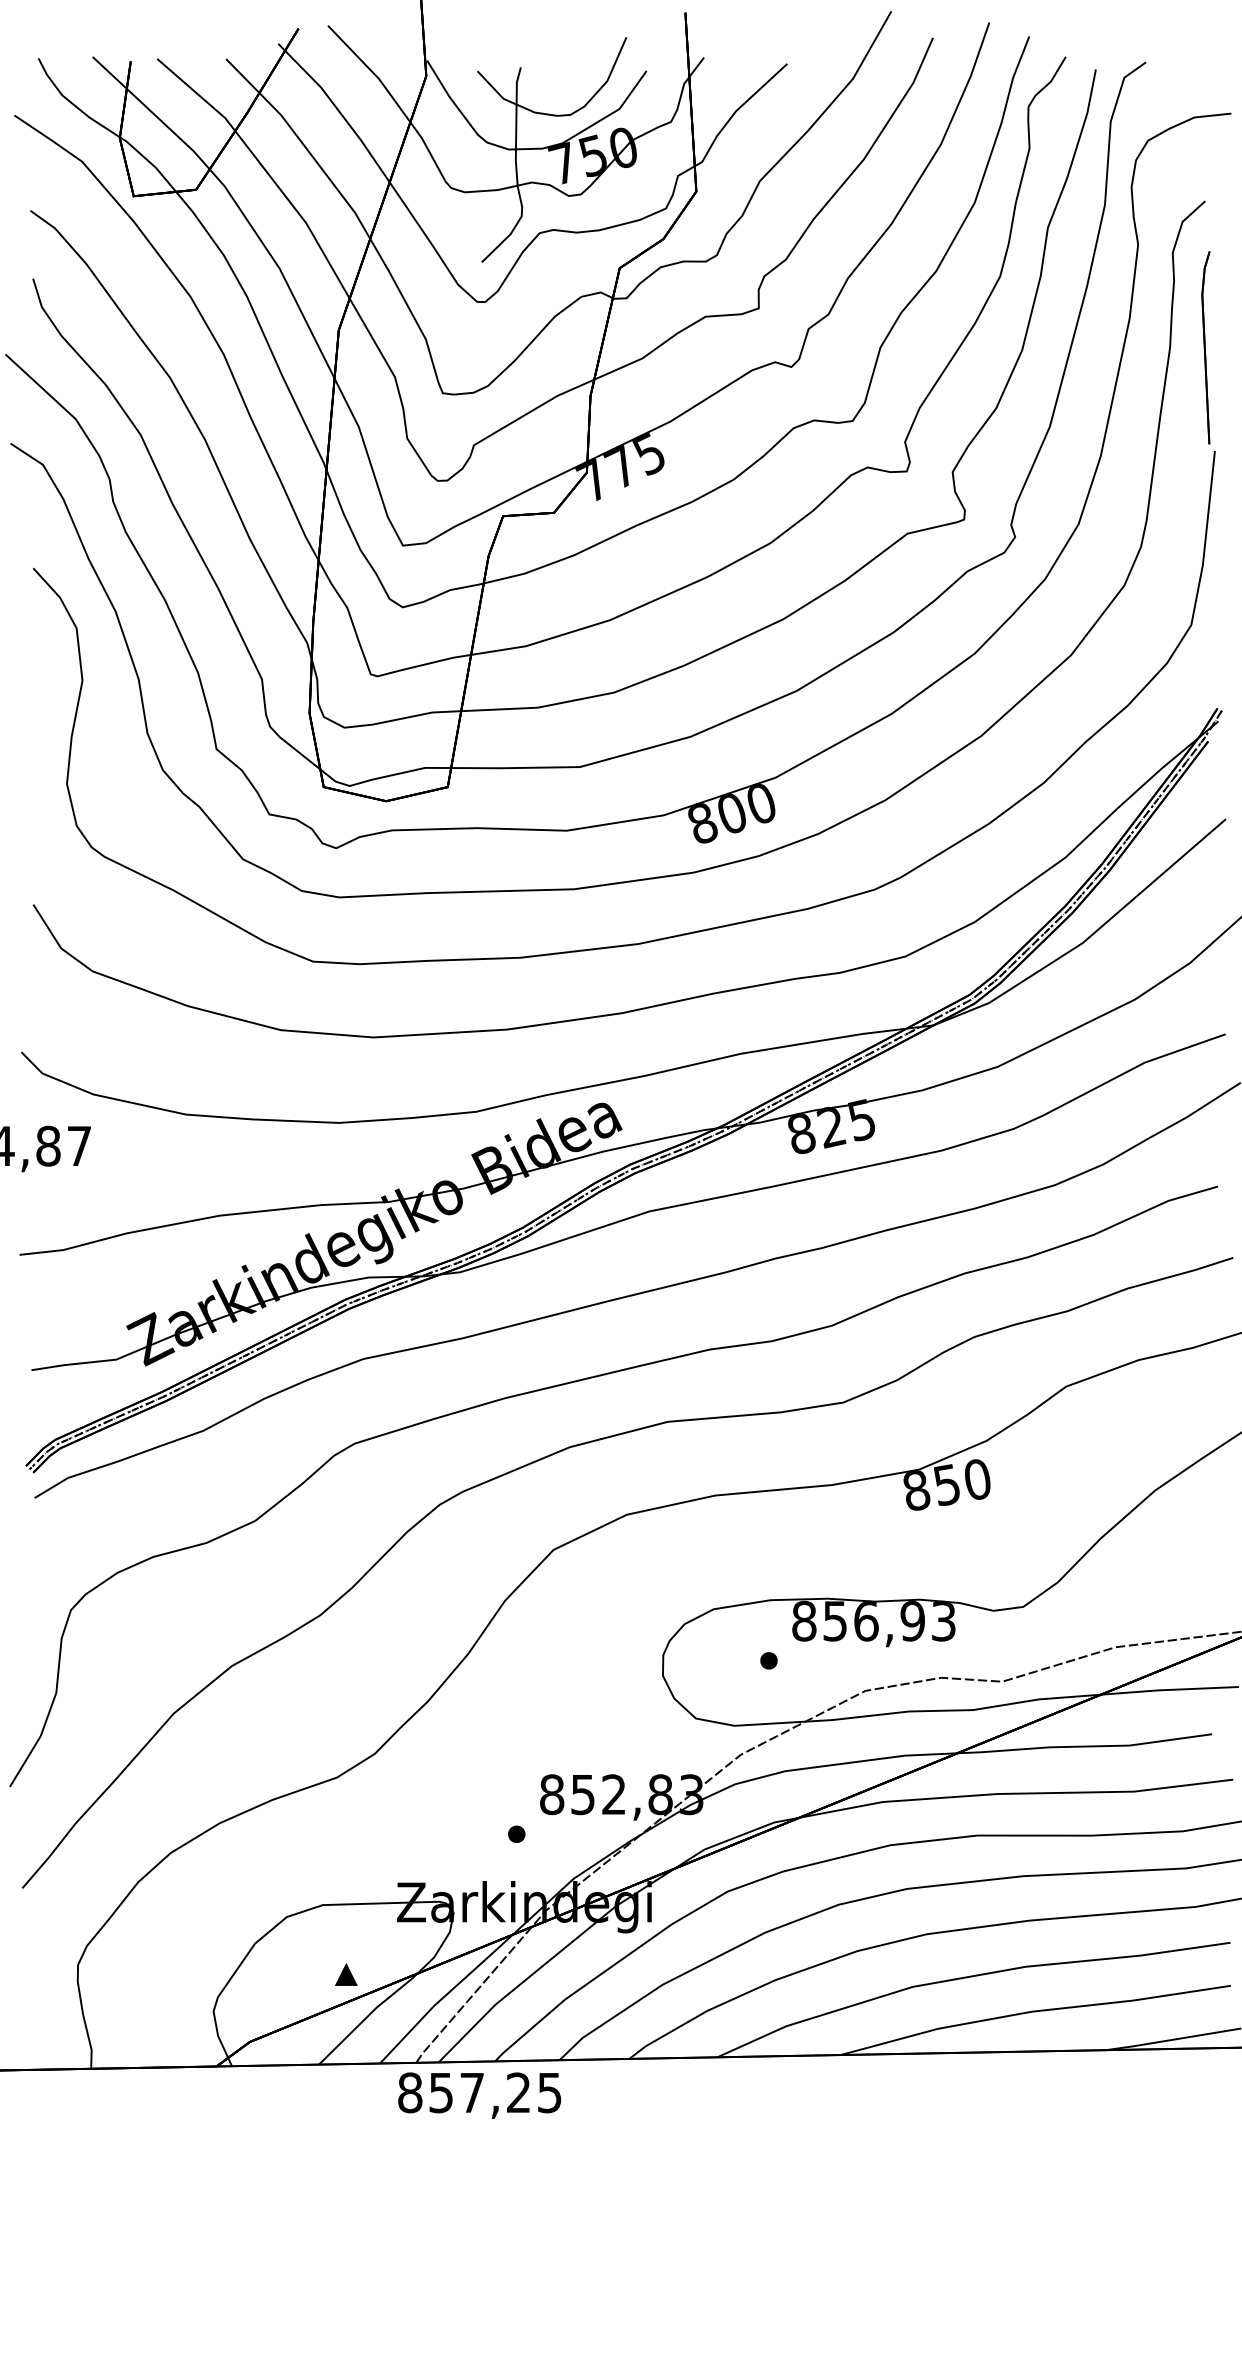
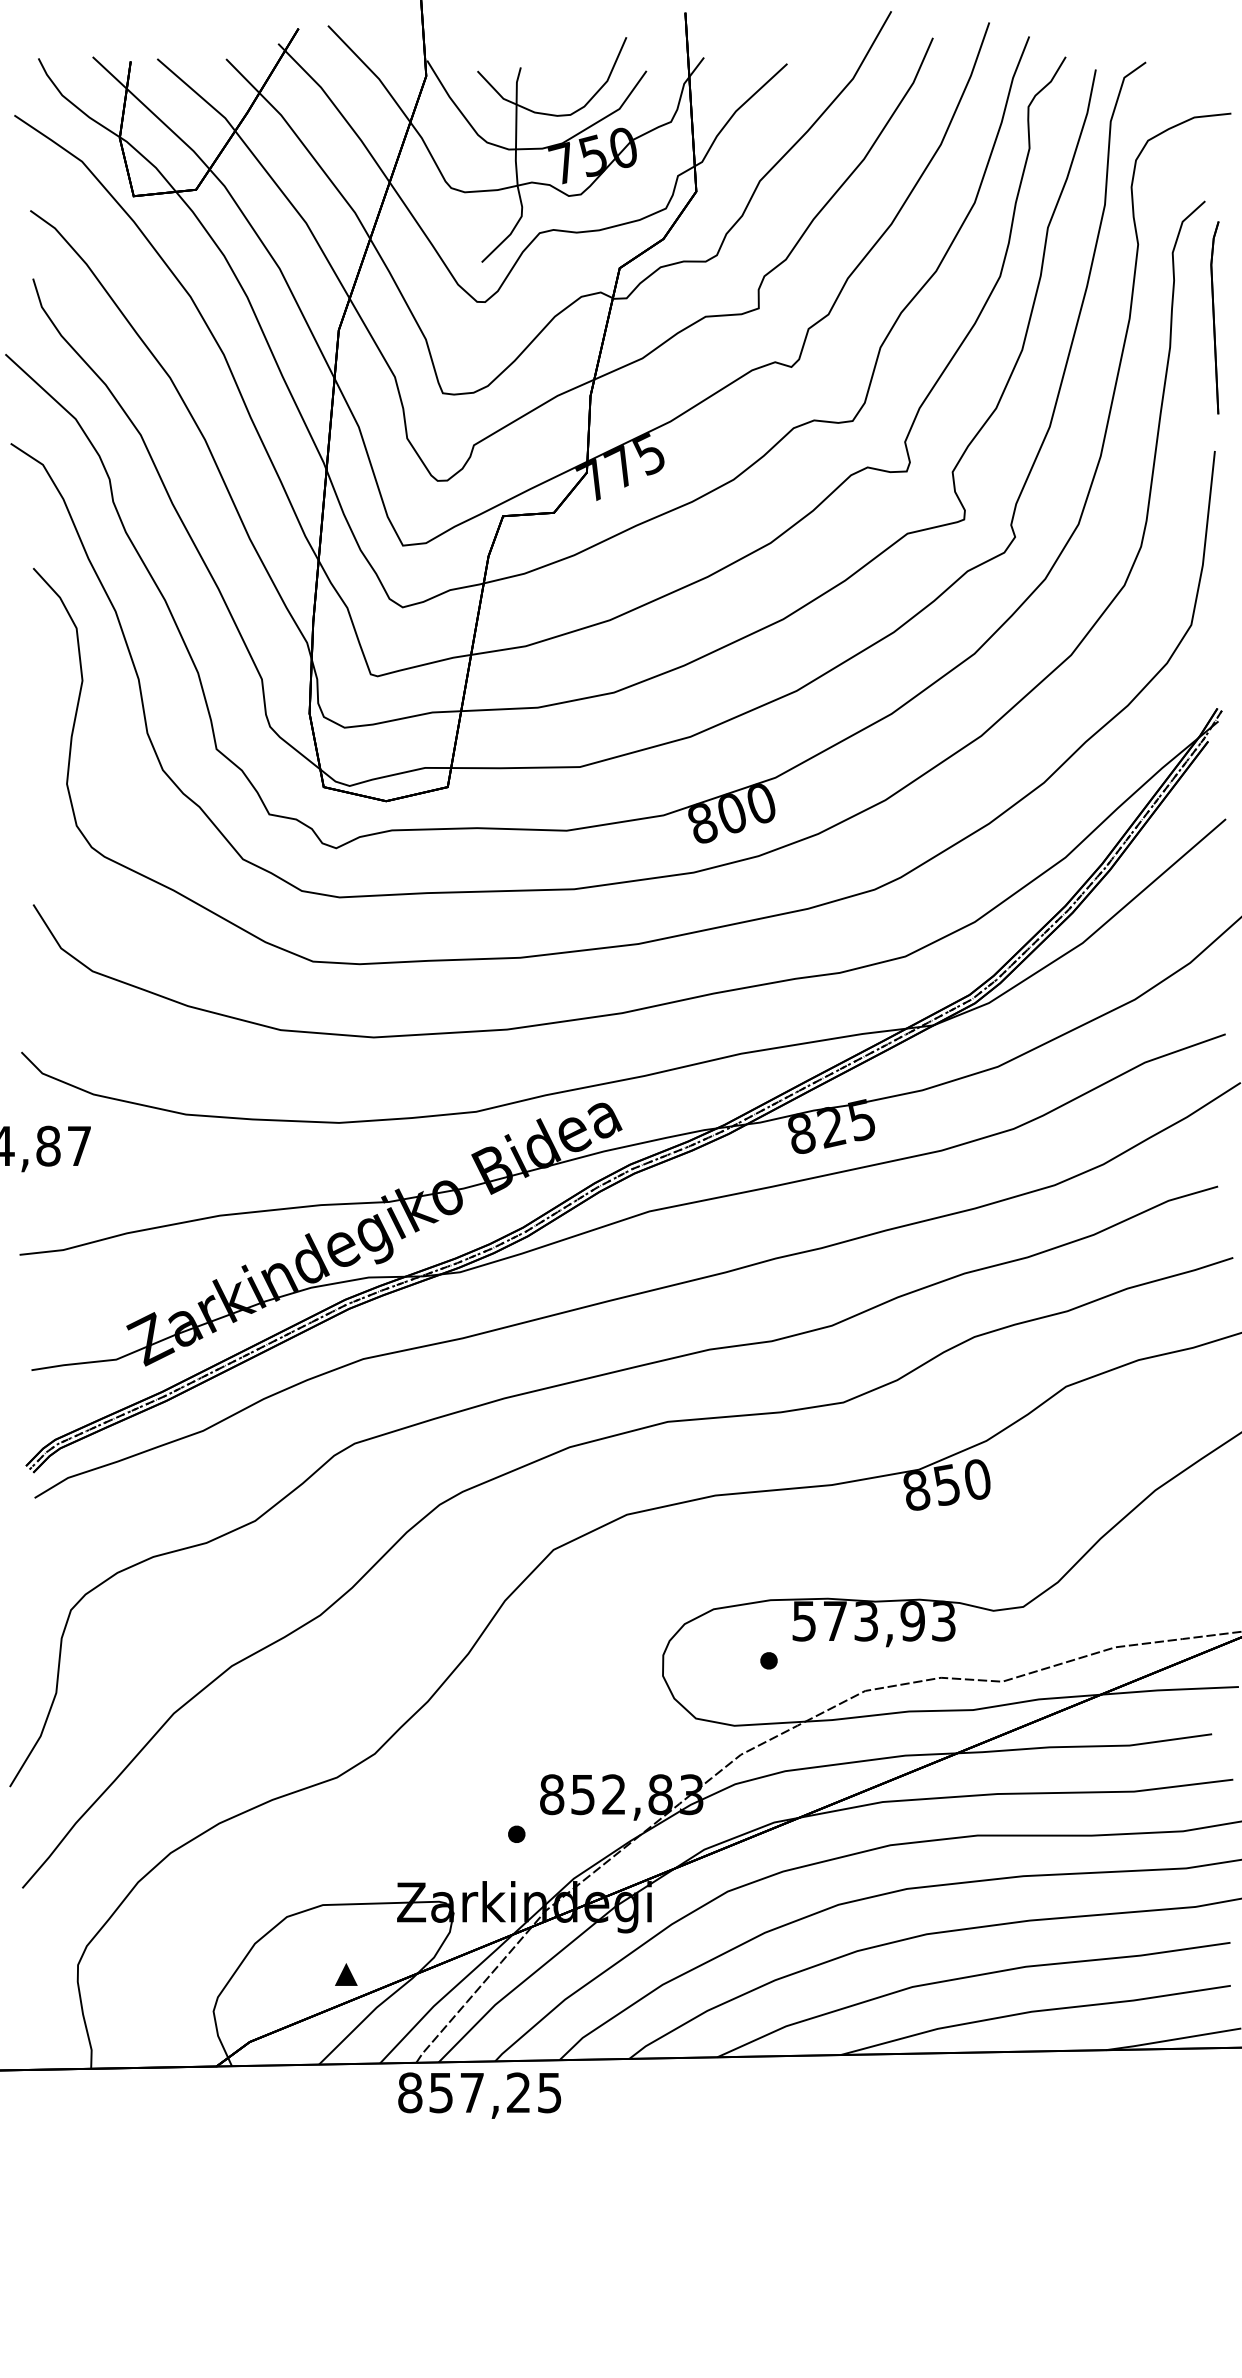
part at (1205, 347) position: (1205, 347) -> (1214, 317)
text at (835, 1620): 856,93 -> 573,93
